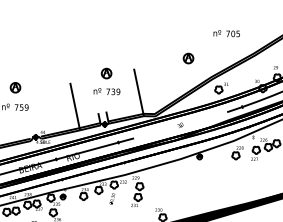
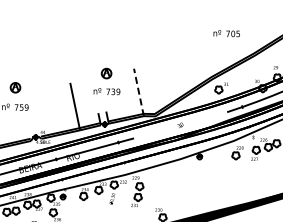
part at (188, 58): present -> none
line at (138, 91): solid -> dashed
